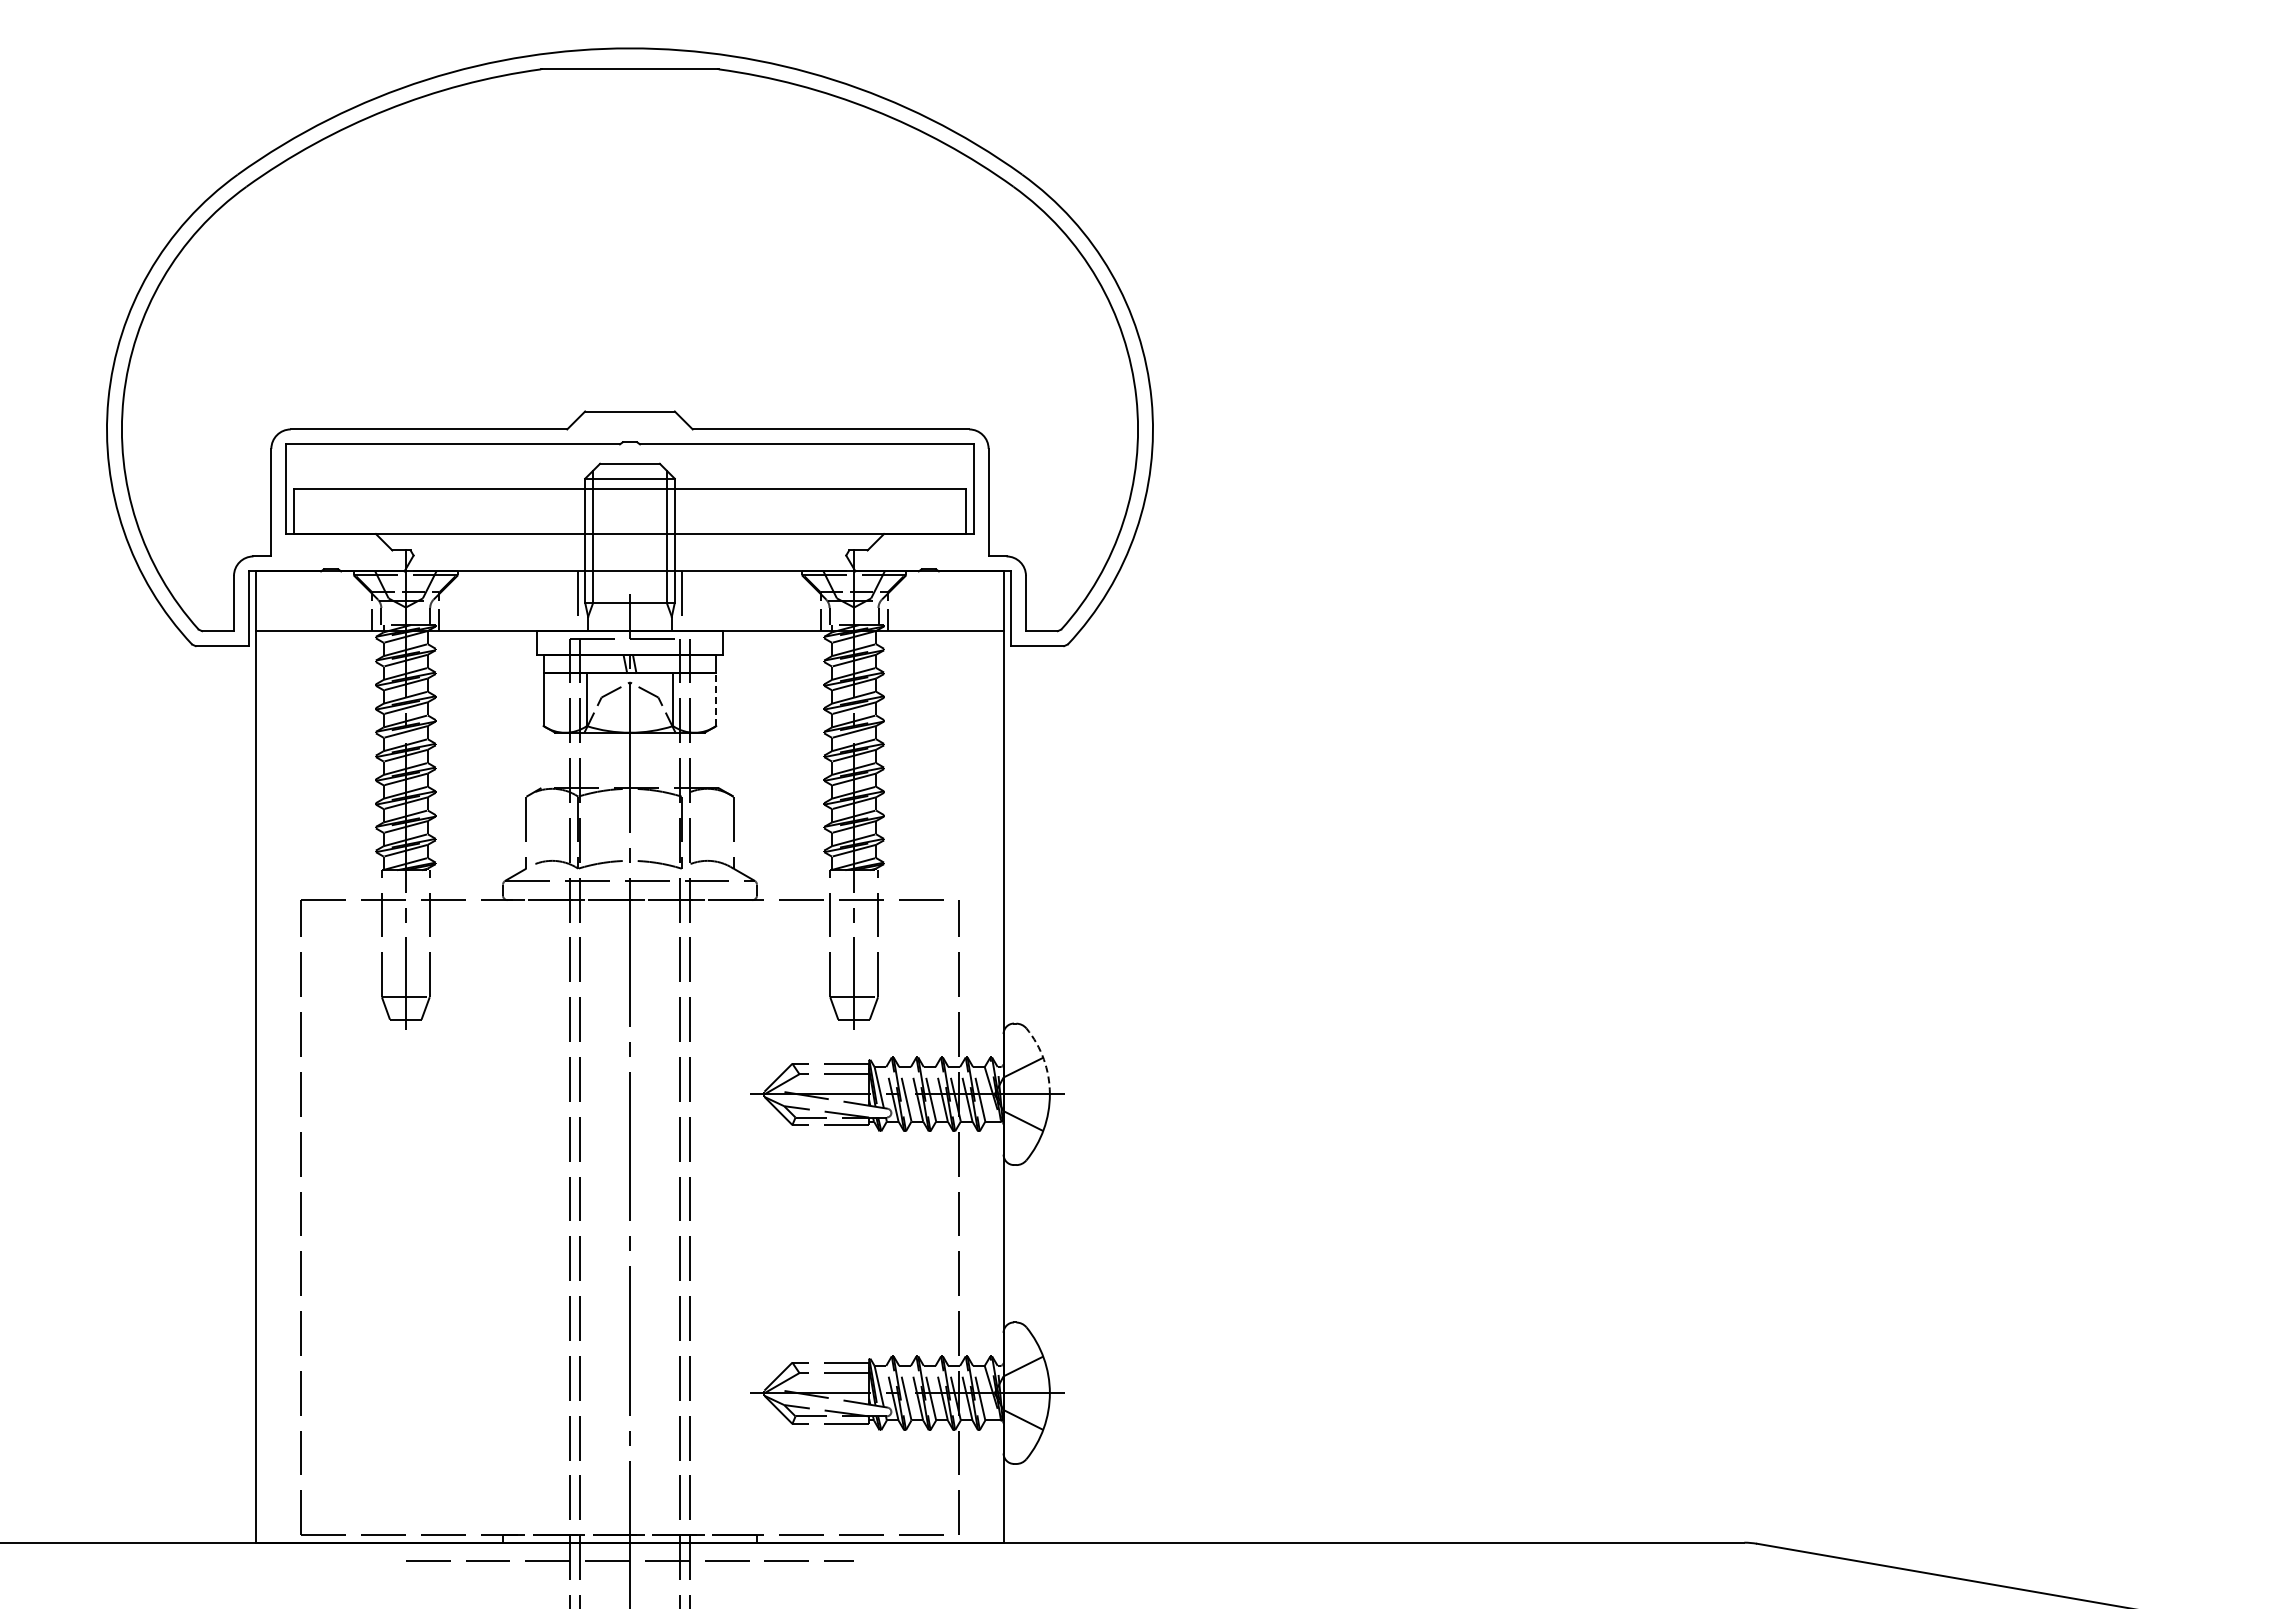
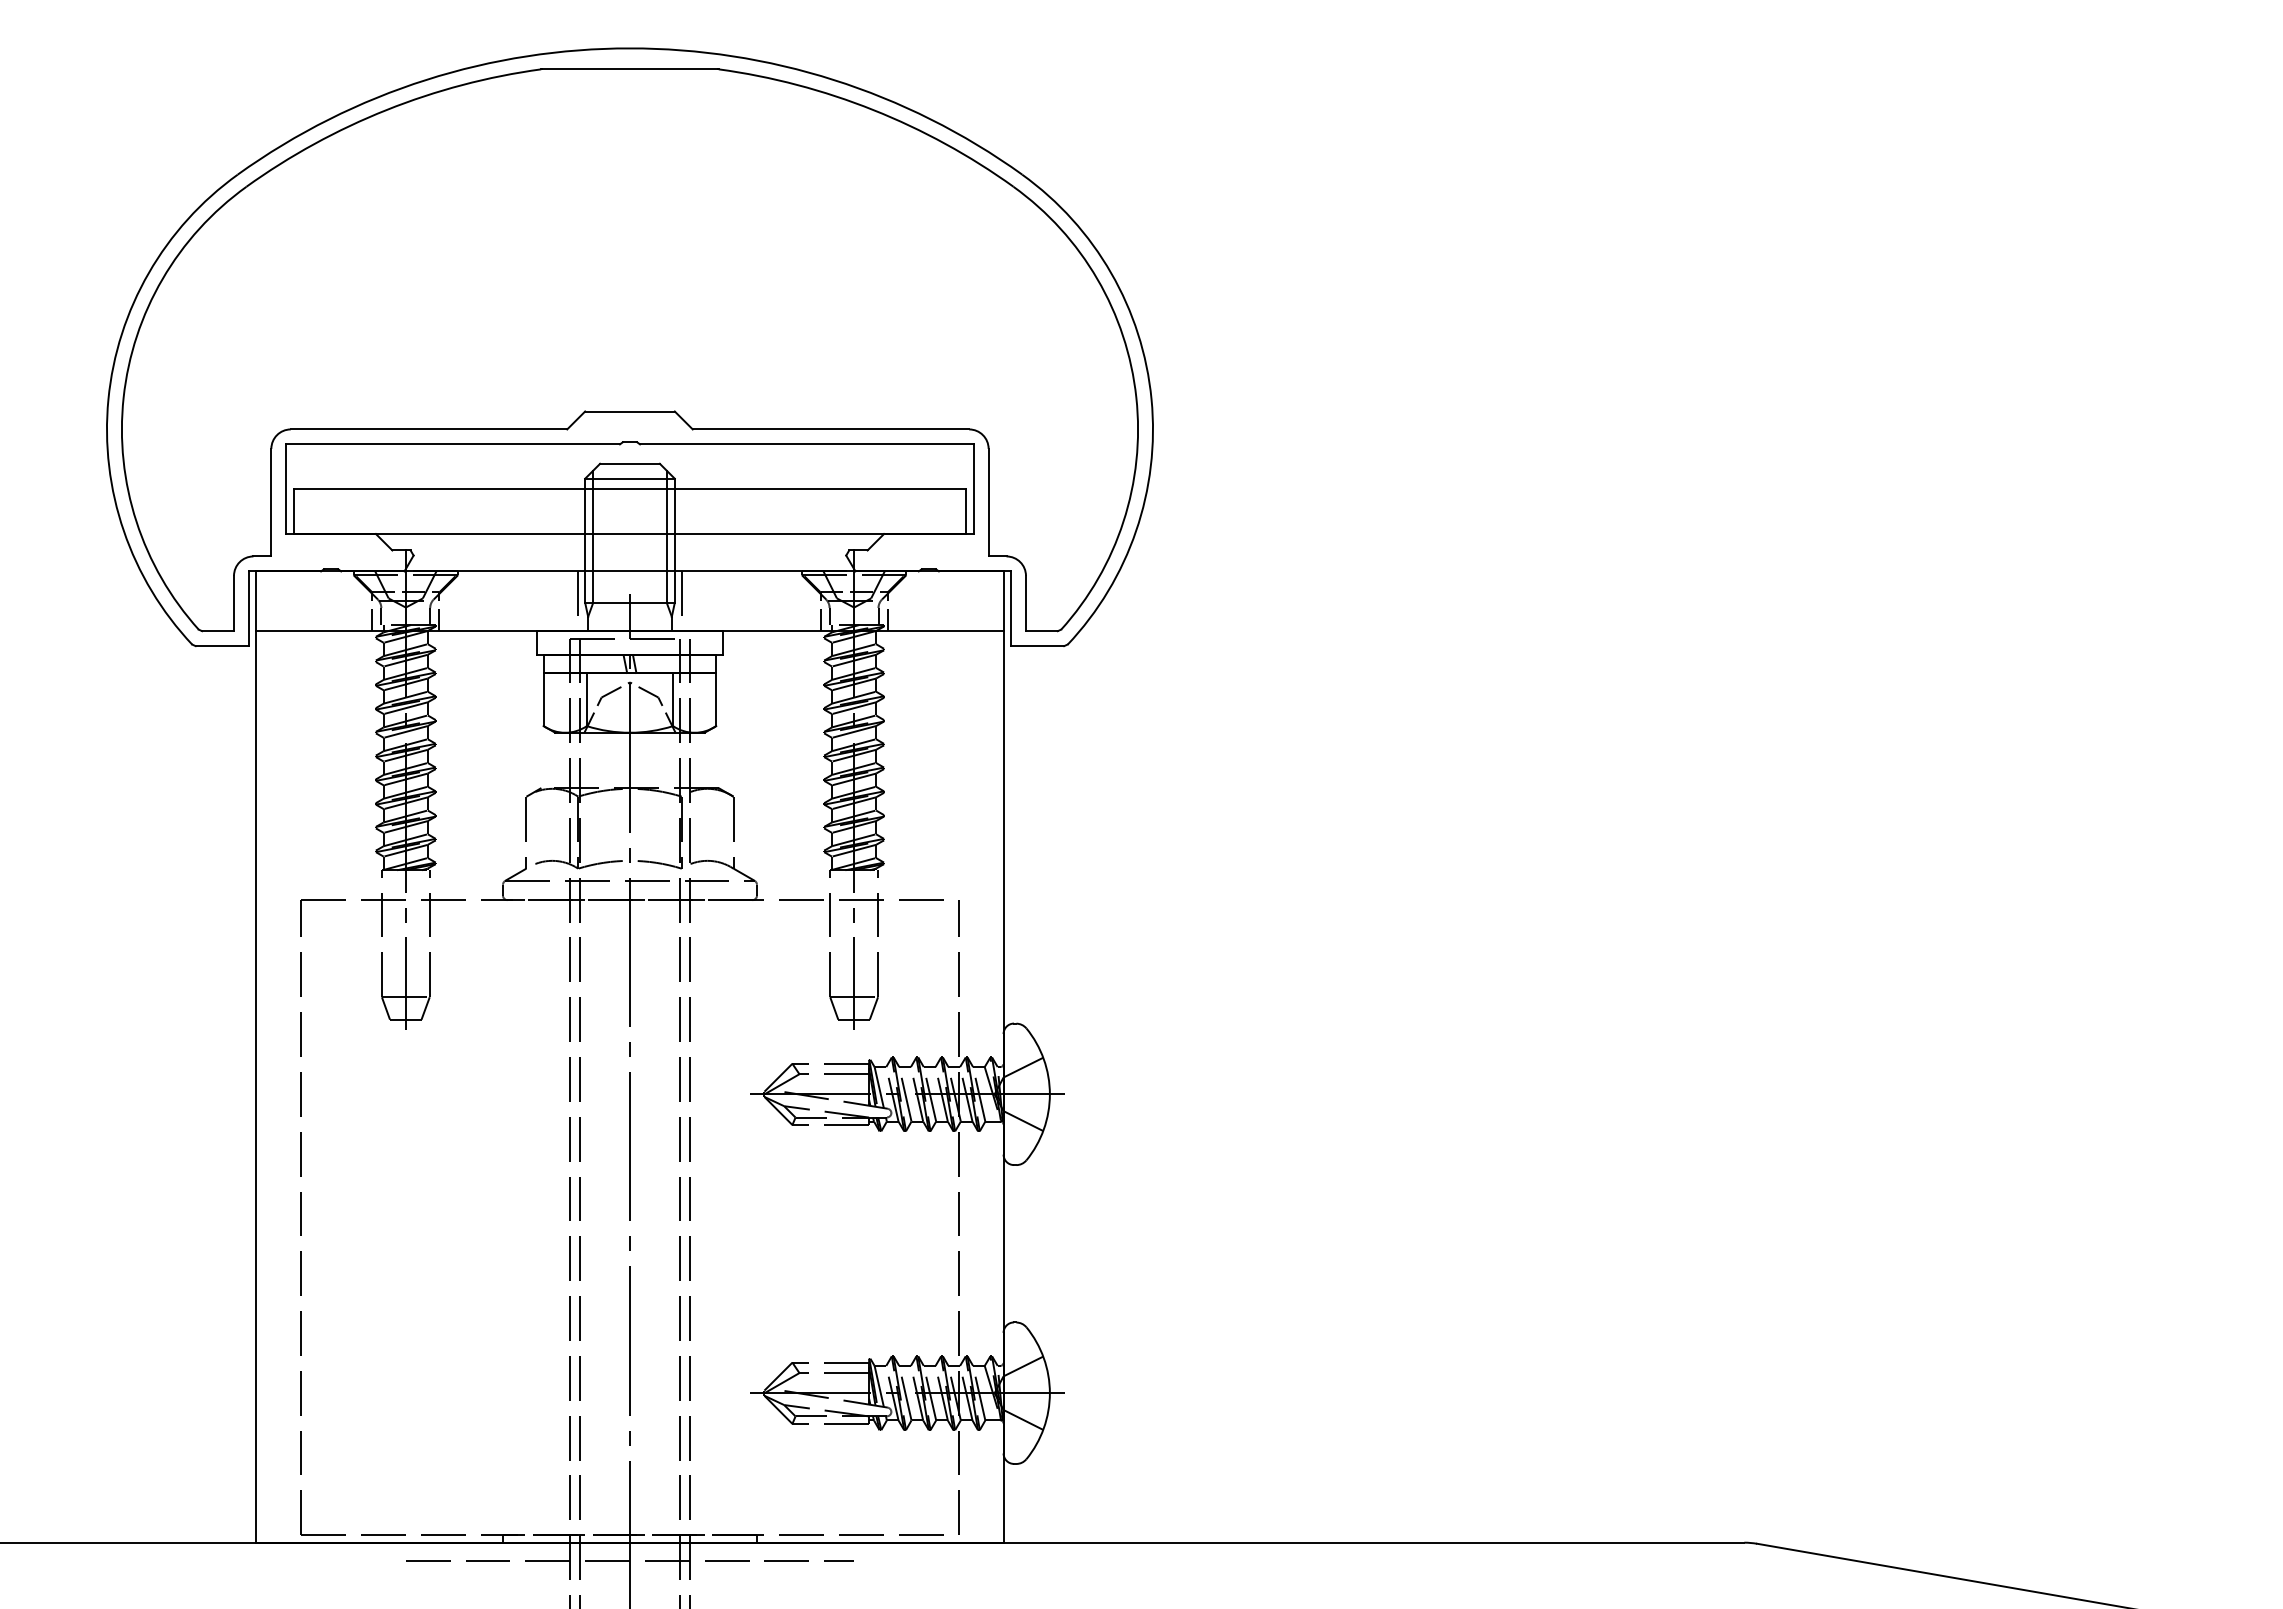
line at (716, 699): dashed -> solid
arc at (1043, 1059): dashed -> solid
